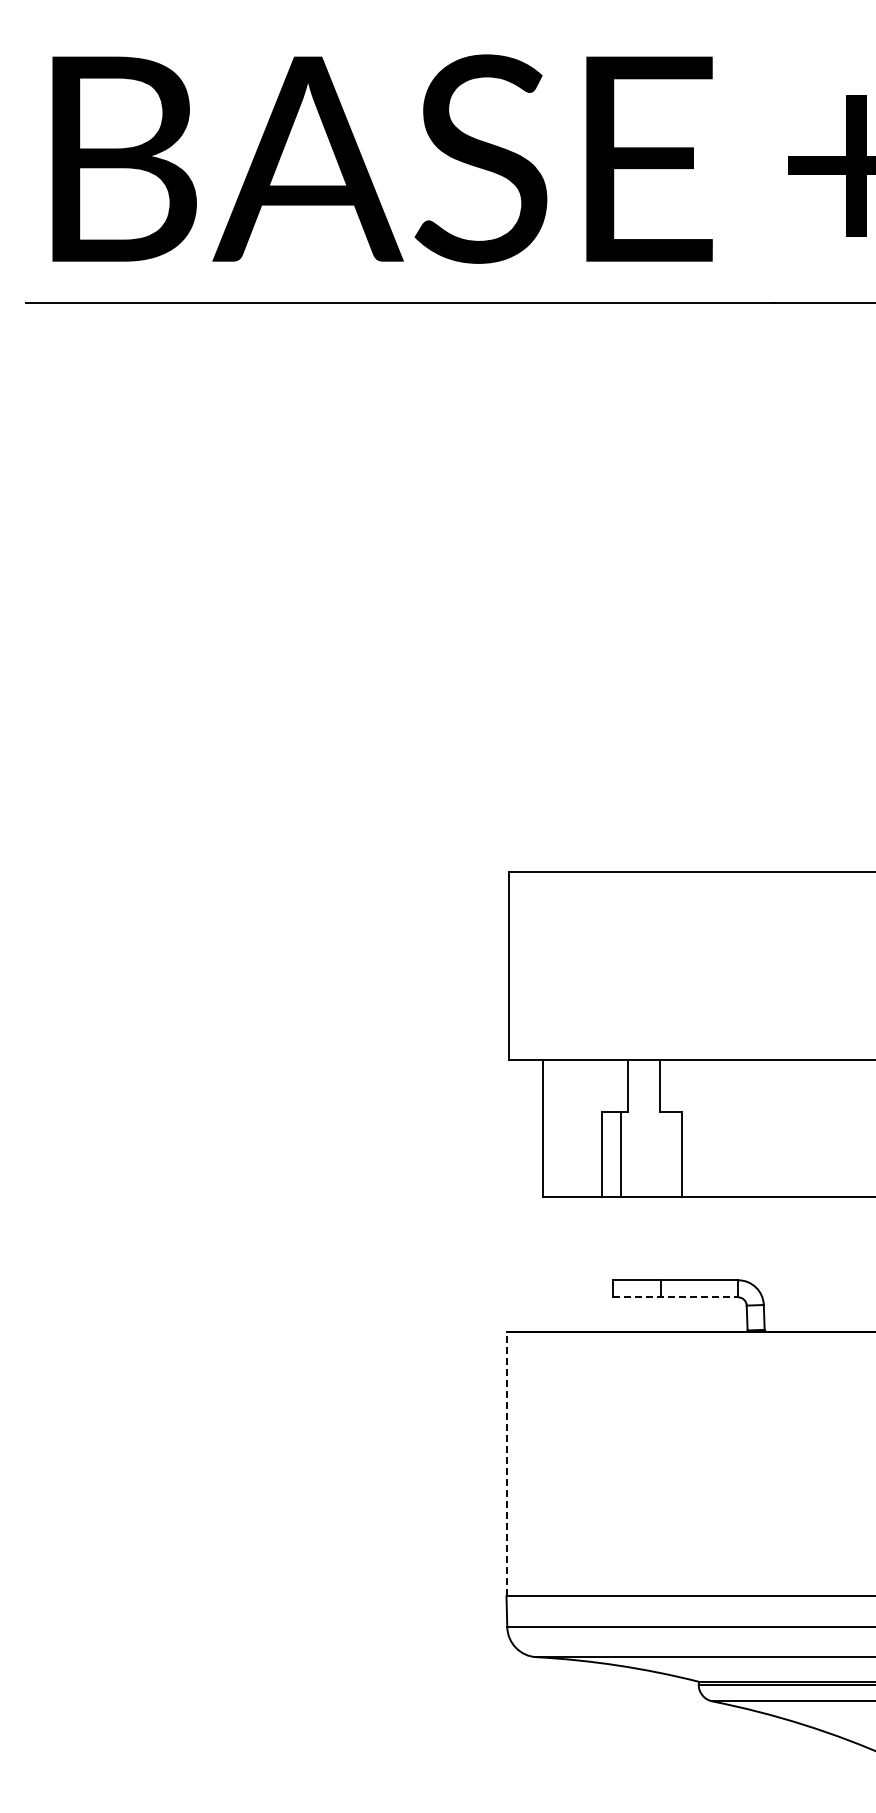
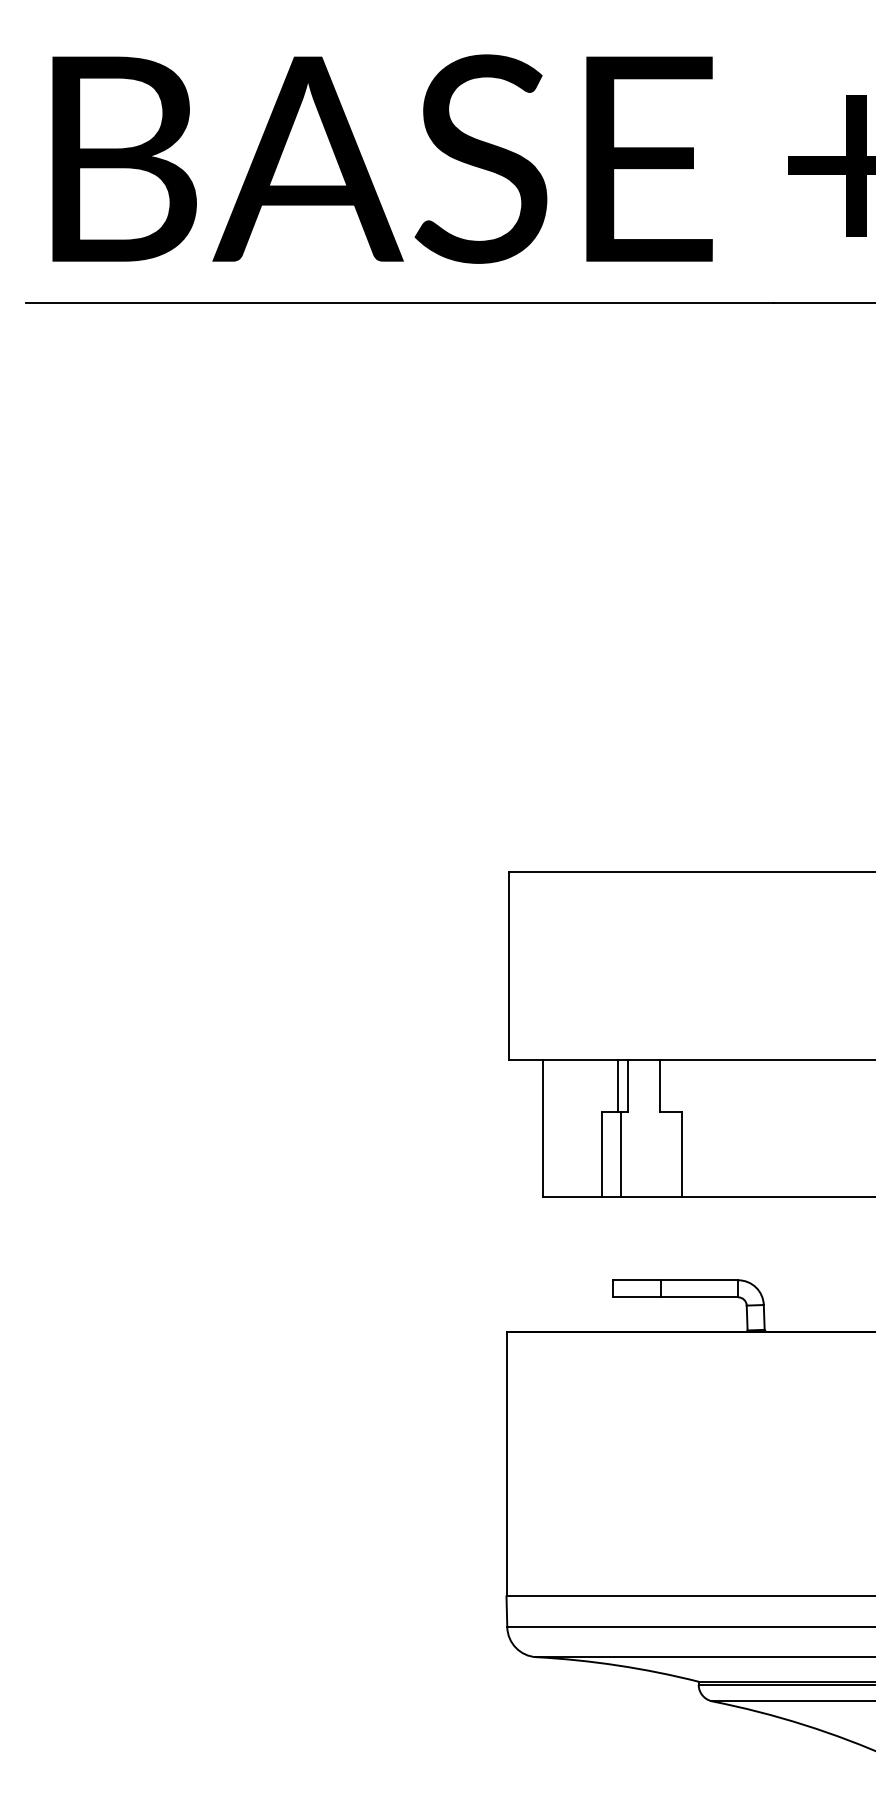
line at (617, 1085): none -> present
line at (675, 1297): dashed -> solid
line at (506, 1463): dashed -> solid
